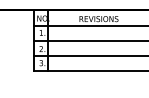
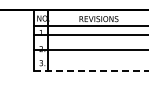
line at (89, 40) position: (89, 40) -> (89, 34)
line at (89, 56) position: (89, 56) -> (89, 50)
line at (91, 71): solid -> dashed
